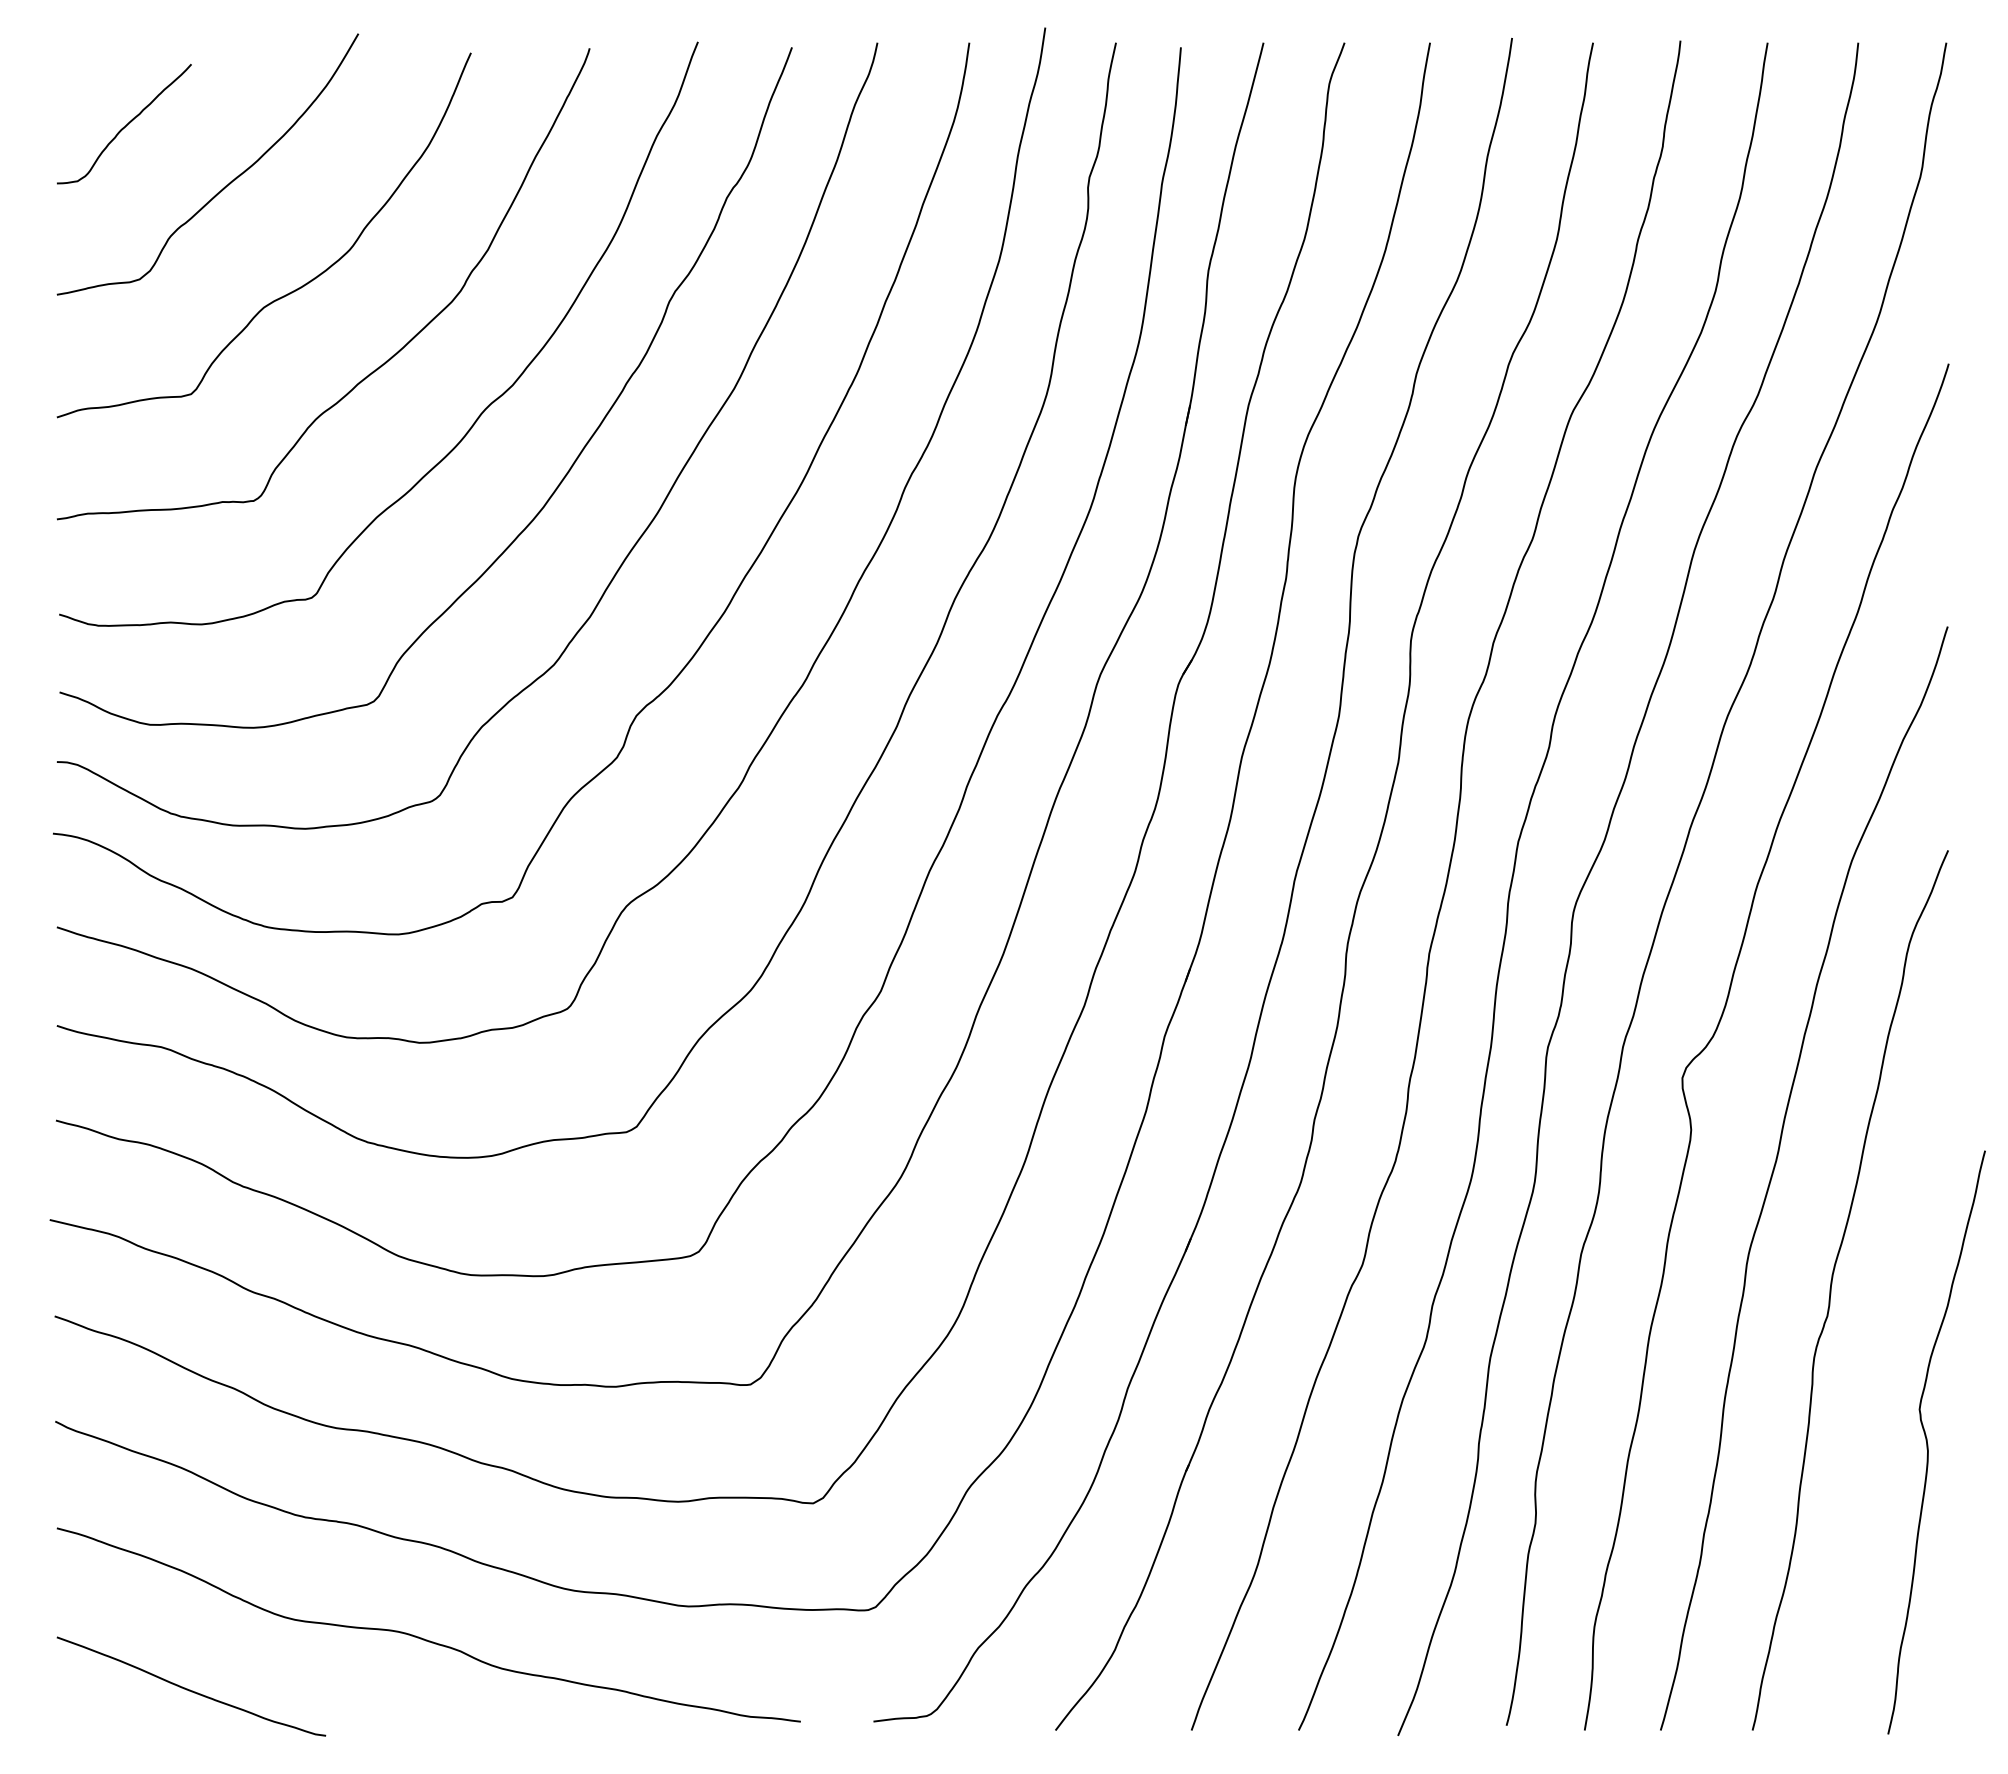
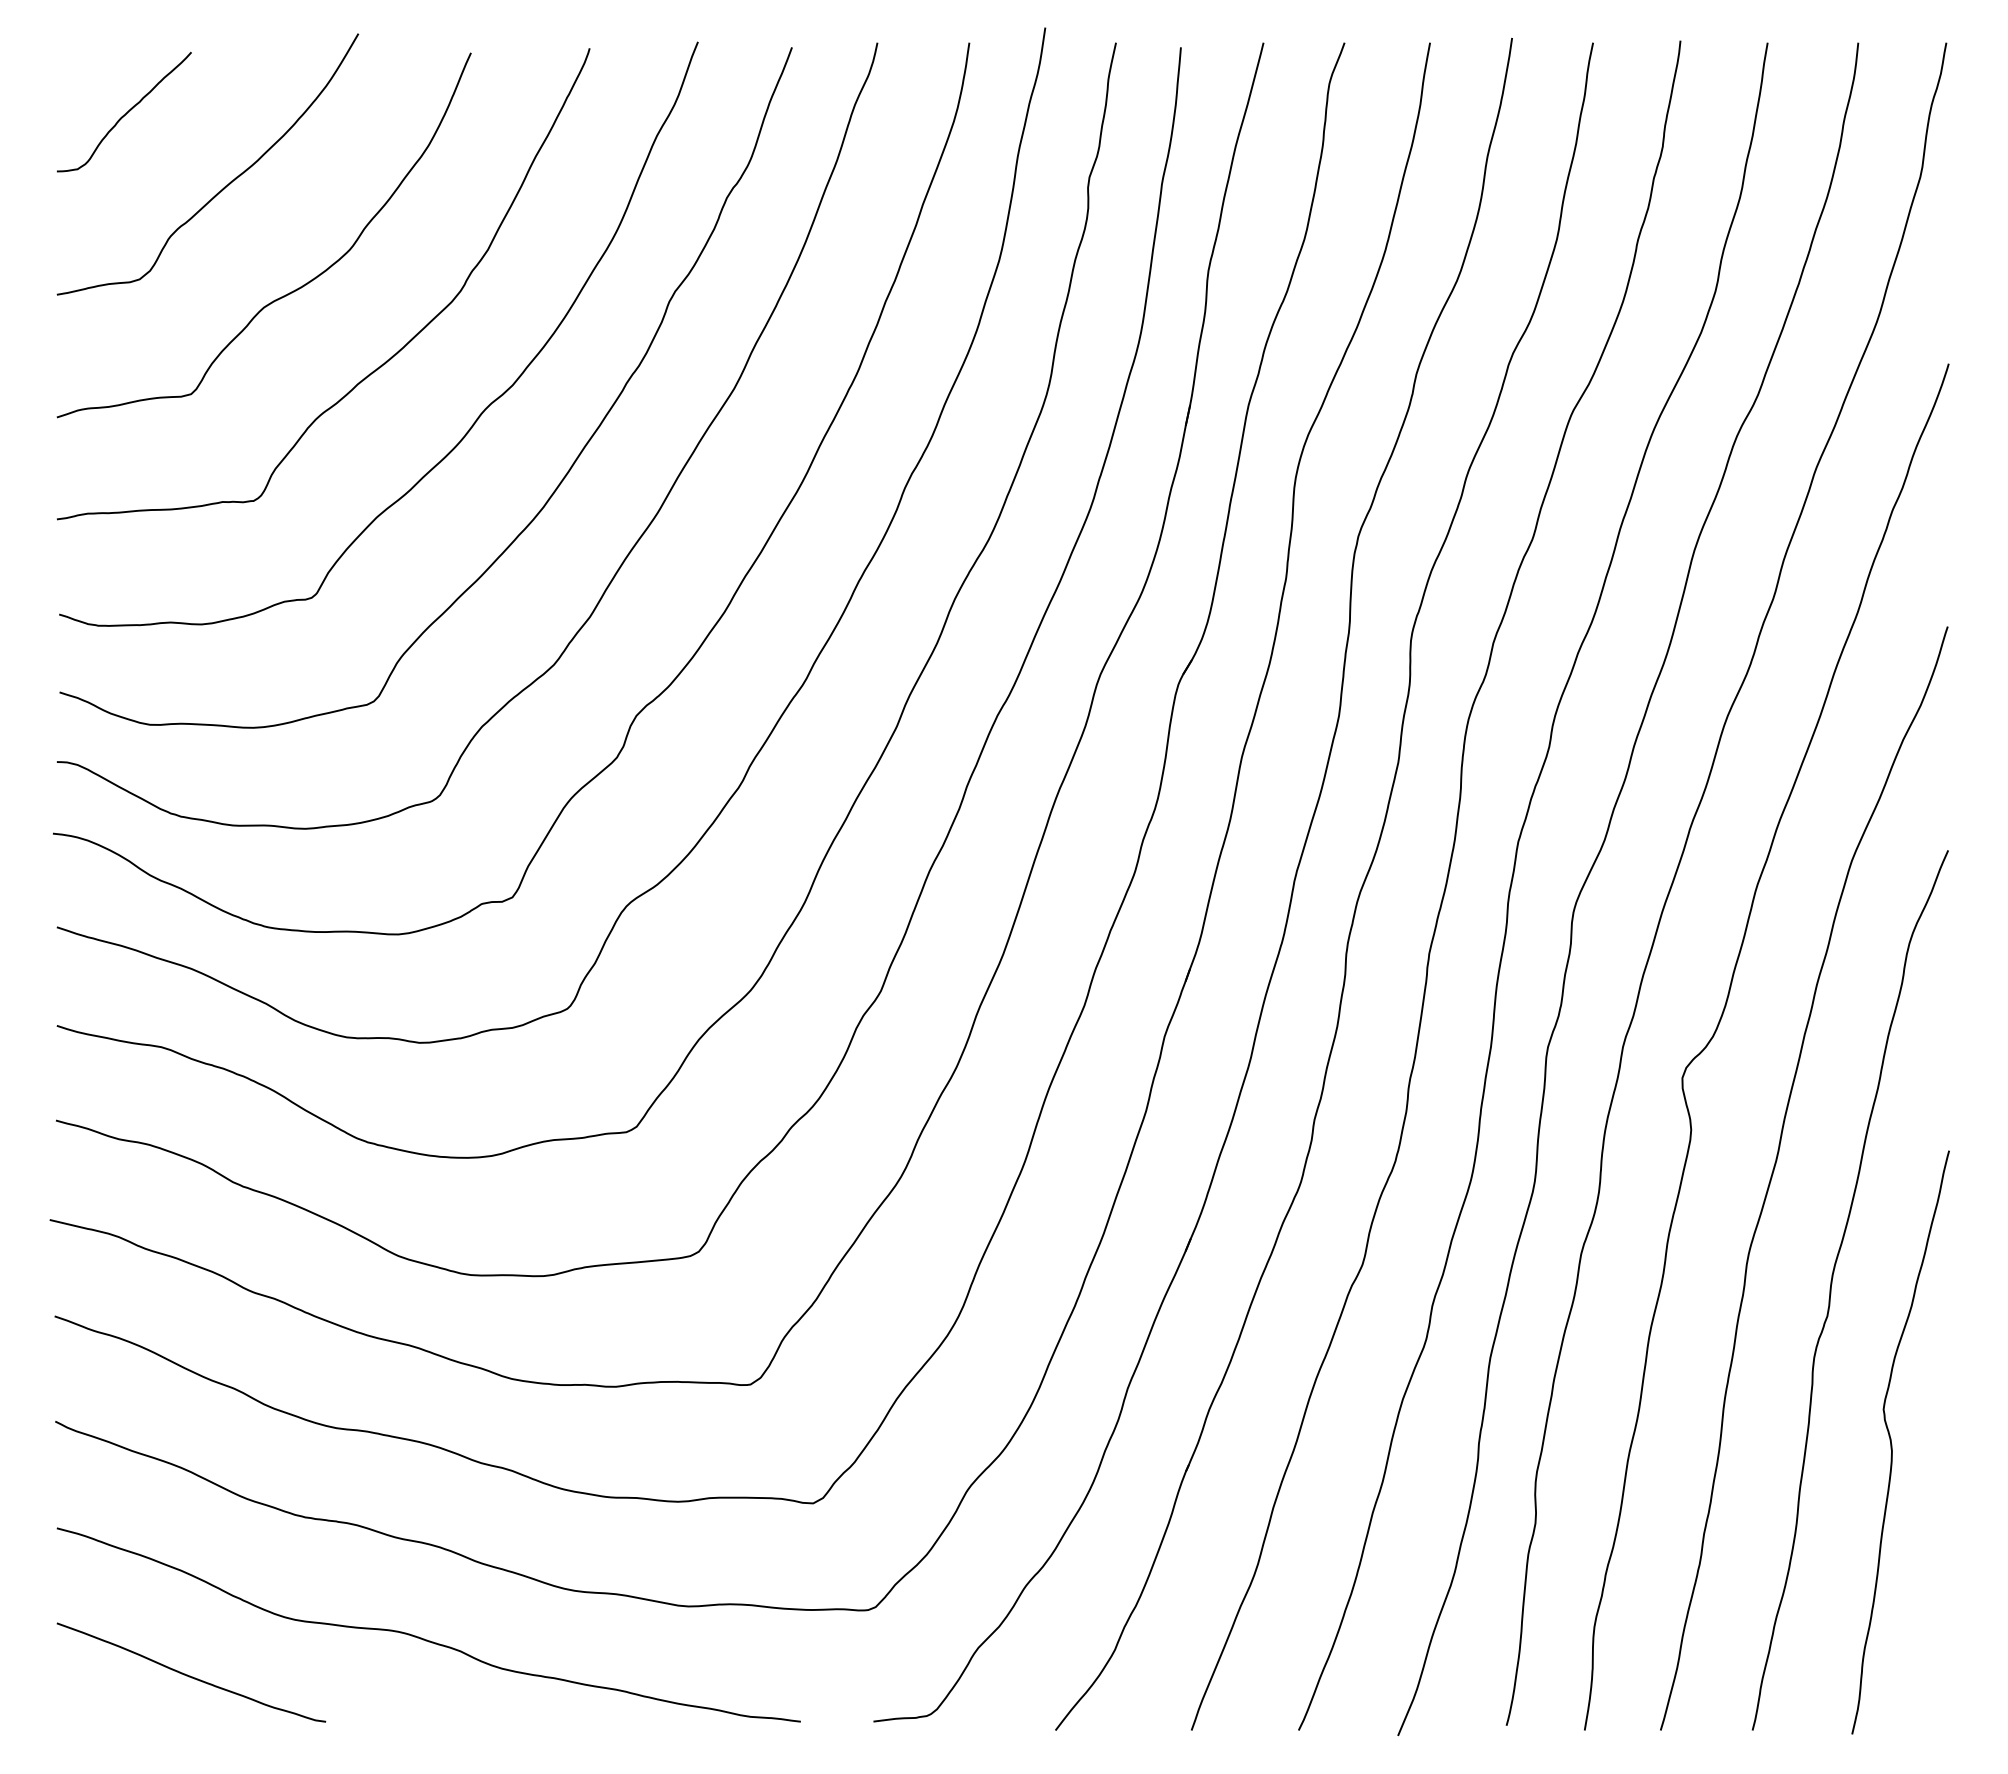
curve at (125, 125) position: (125, 125) -> (125, 113)
curve at (1928, 1444) position: (1928, 1444) -> (1892, 1444)
curve at (190, 1689) position: (190, 1689) -> (190, 1675)
